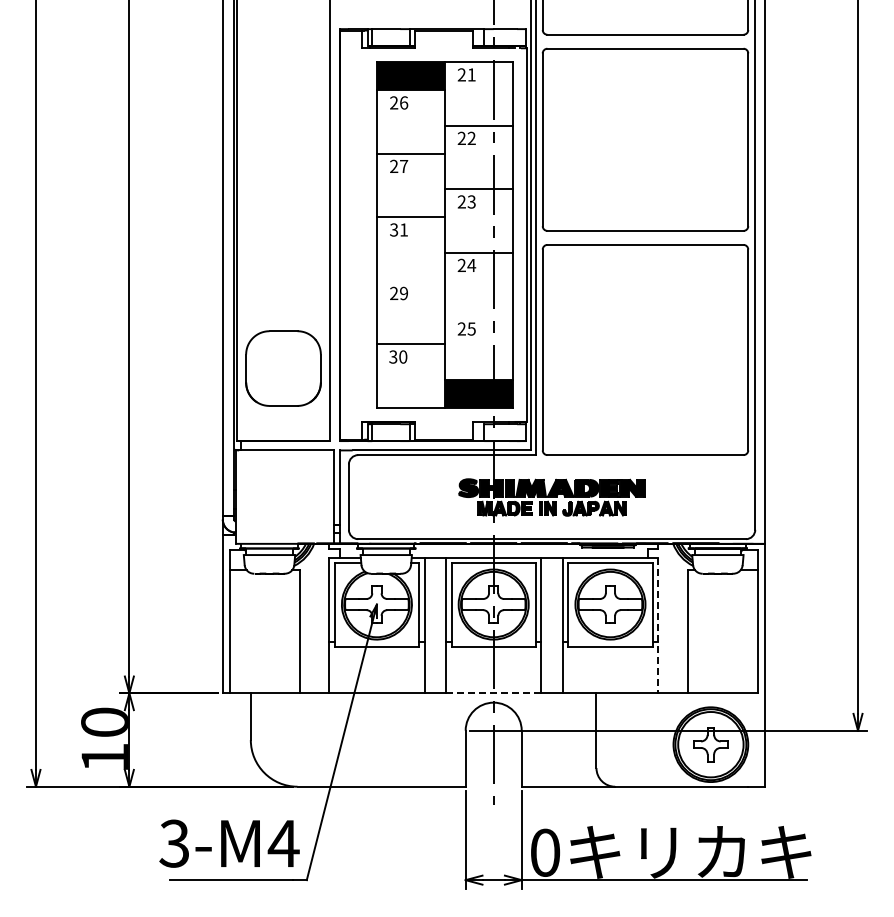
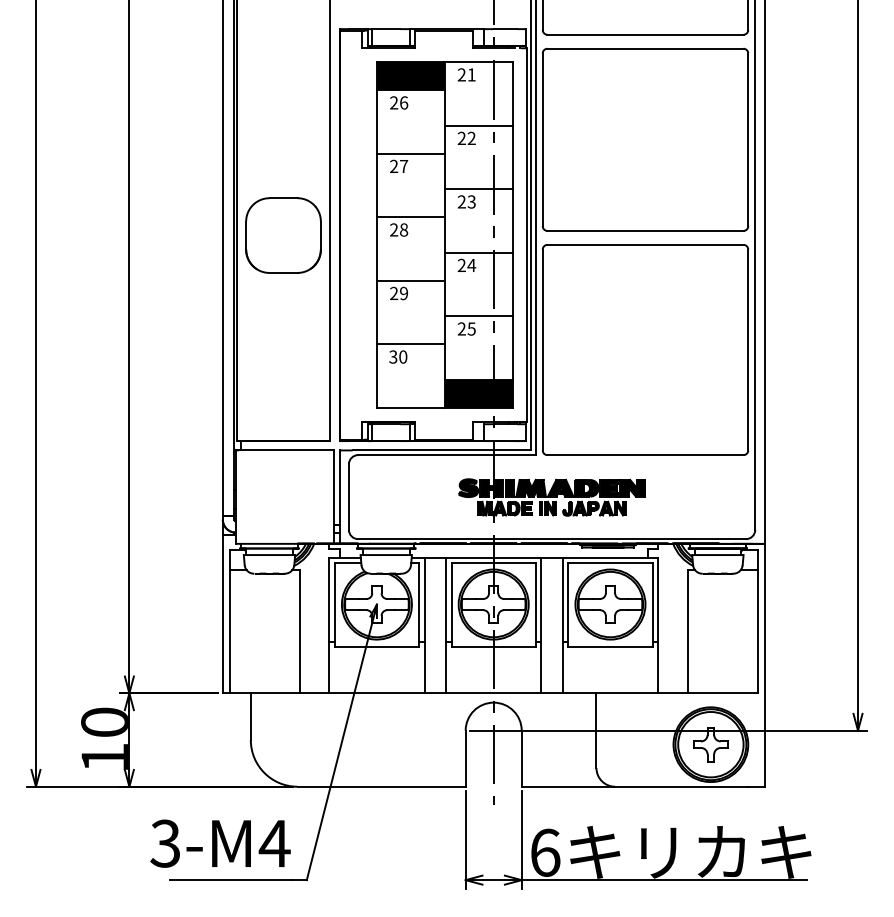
text at (399, 229): 31 -> 28
line at (411, 280): none -> present
line at (478, 316): none -> present
part at (283, 368) position: (283, 368) -> (283, 235)
line at (658, 625): dashed -> solid
line at (493, 693): dashed -> solid
text at (229, 843) position: (229, 843) -> (220, 843)
text at (545, 852): 0 -> 6
